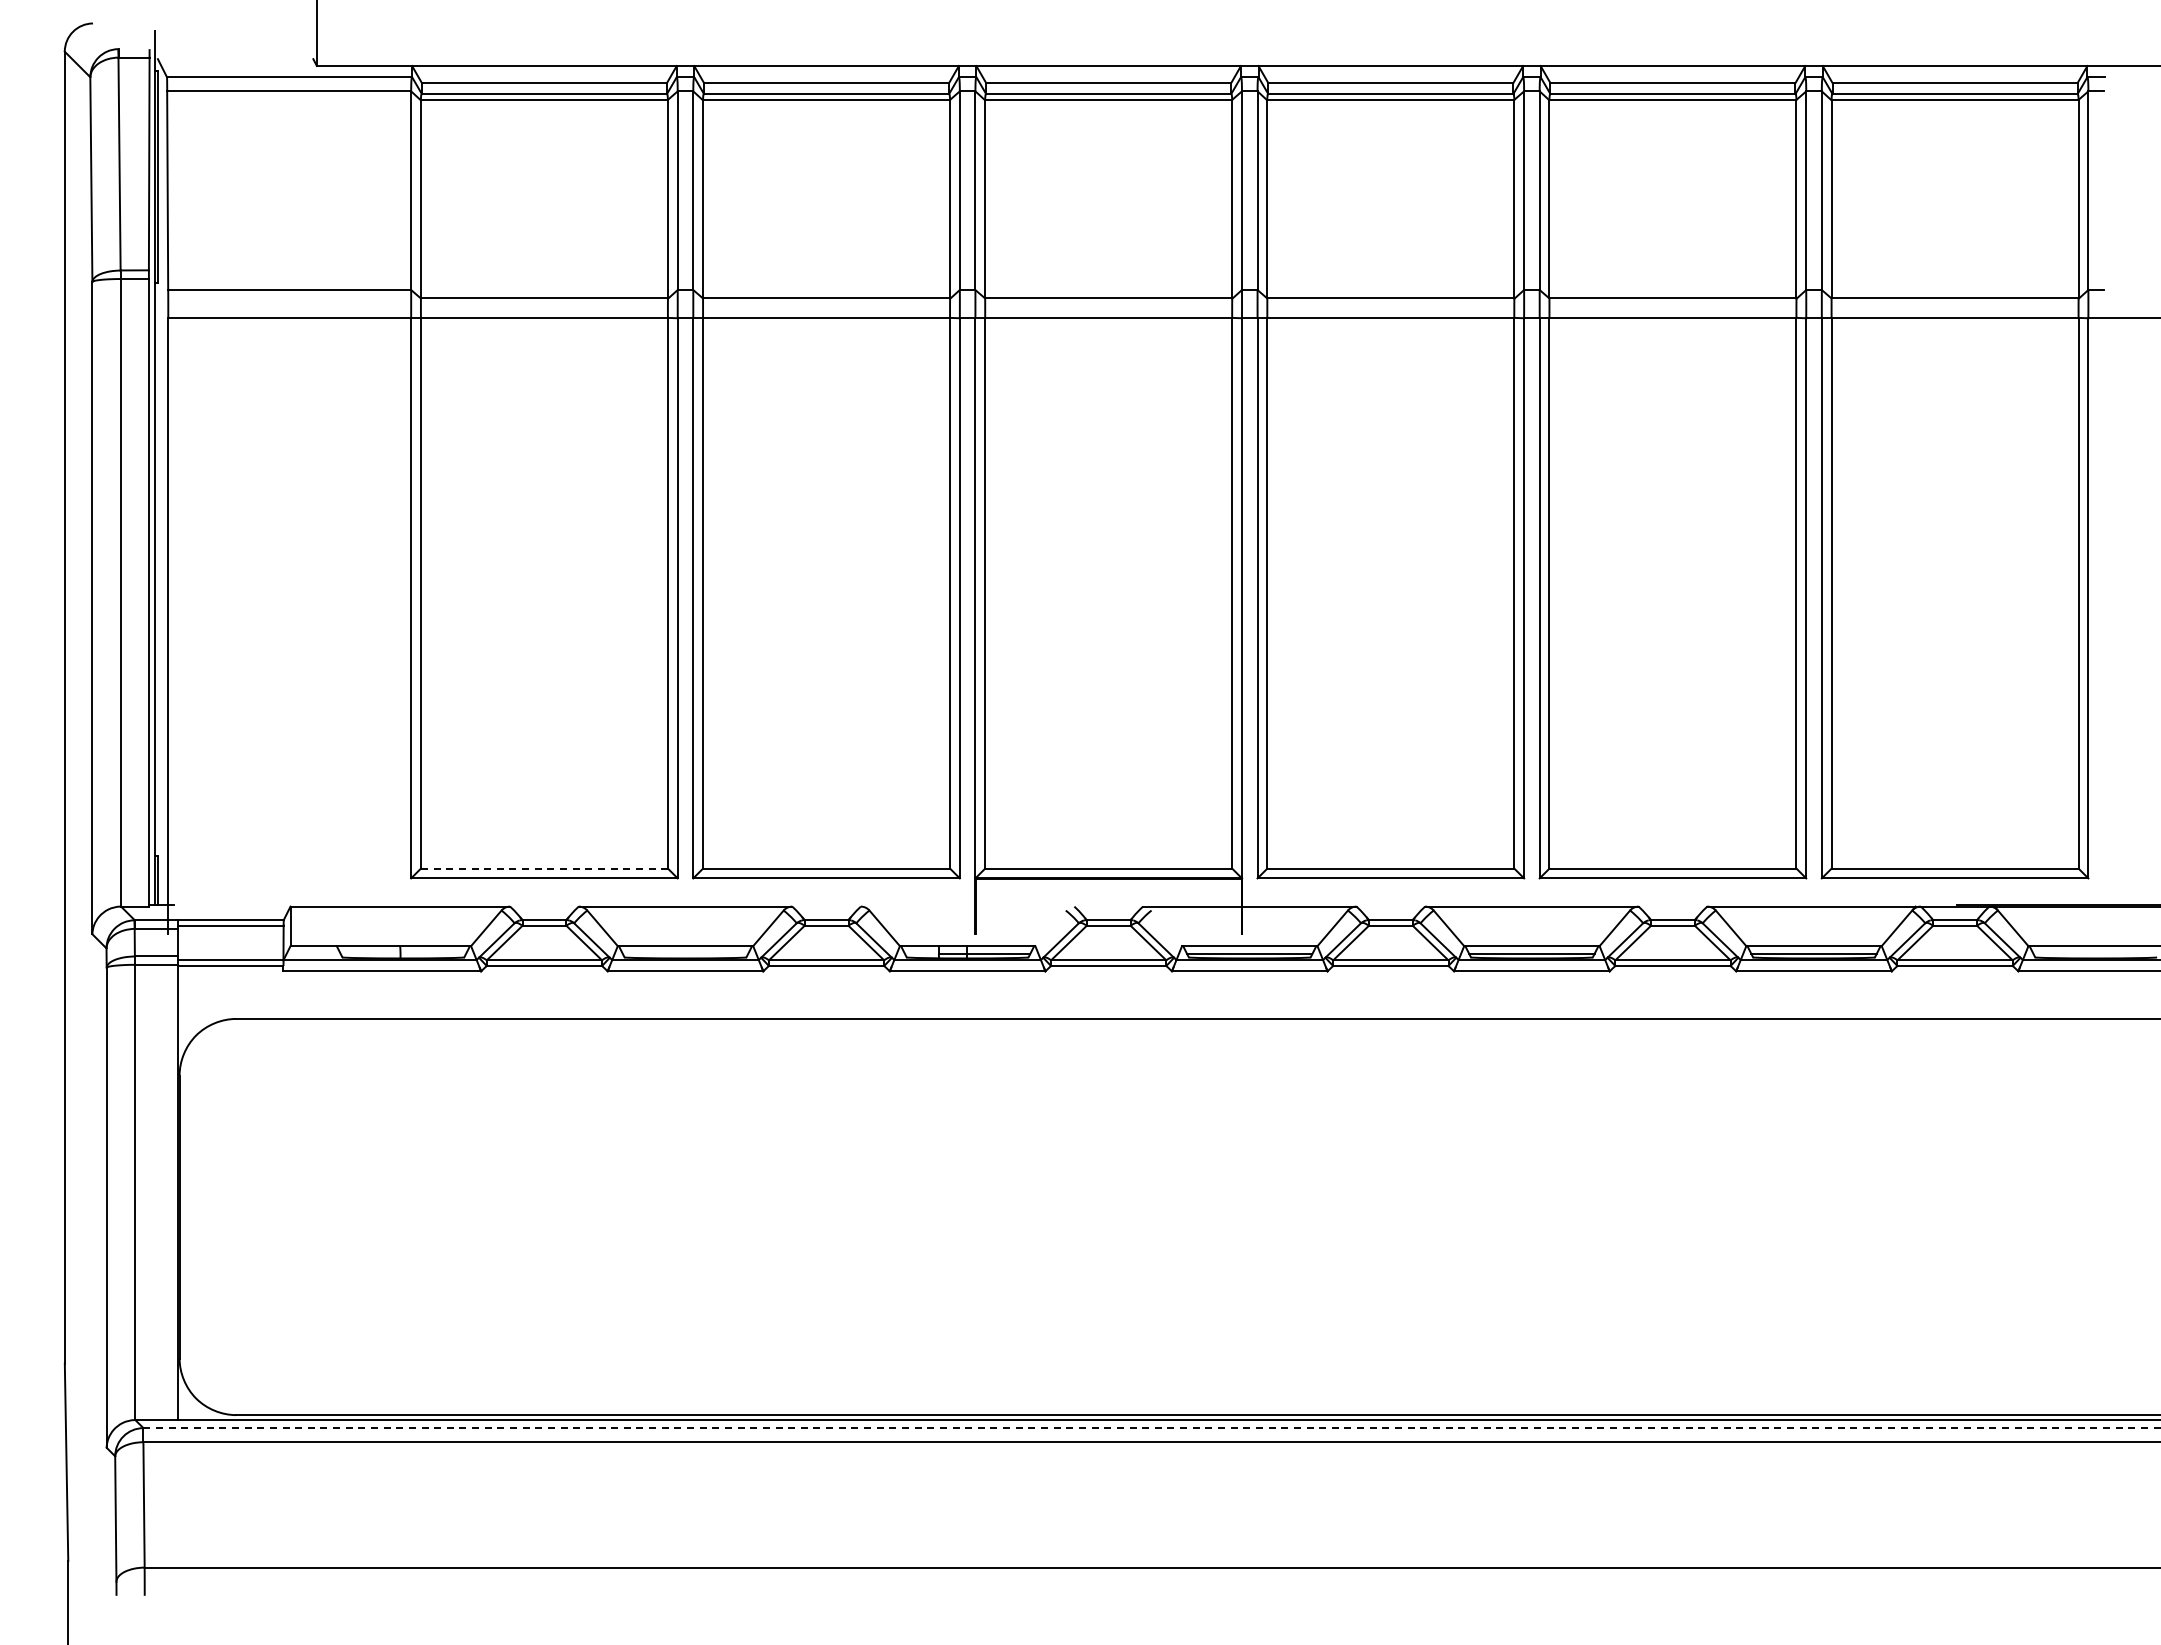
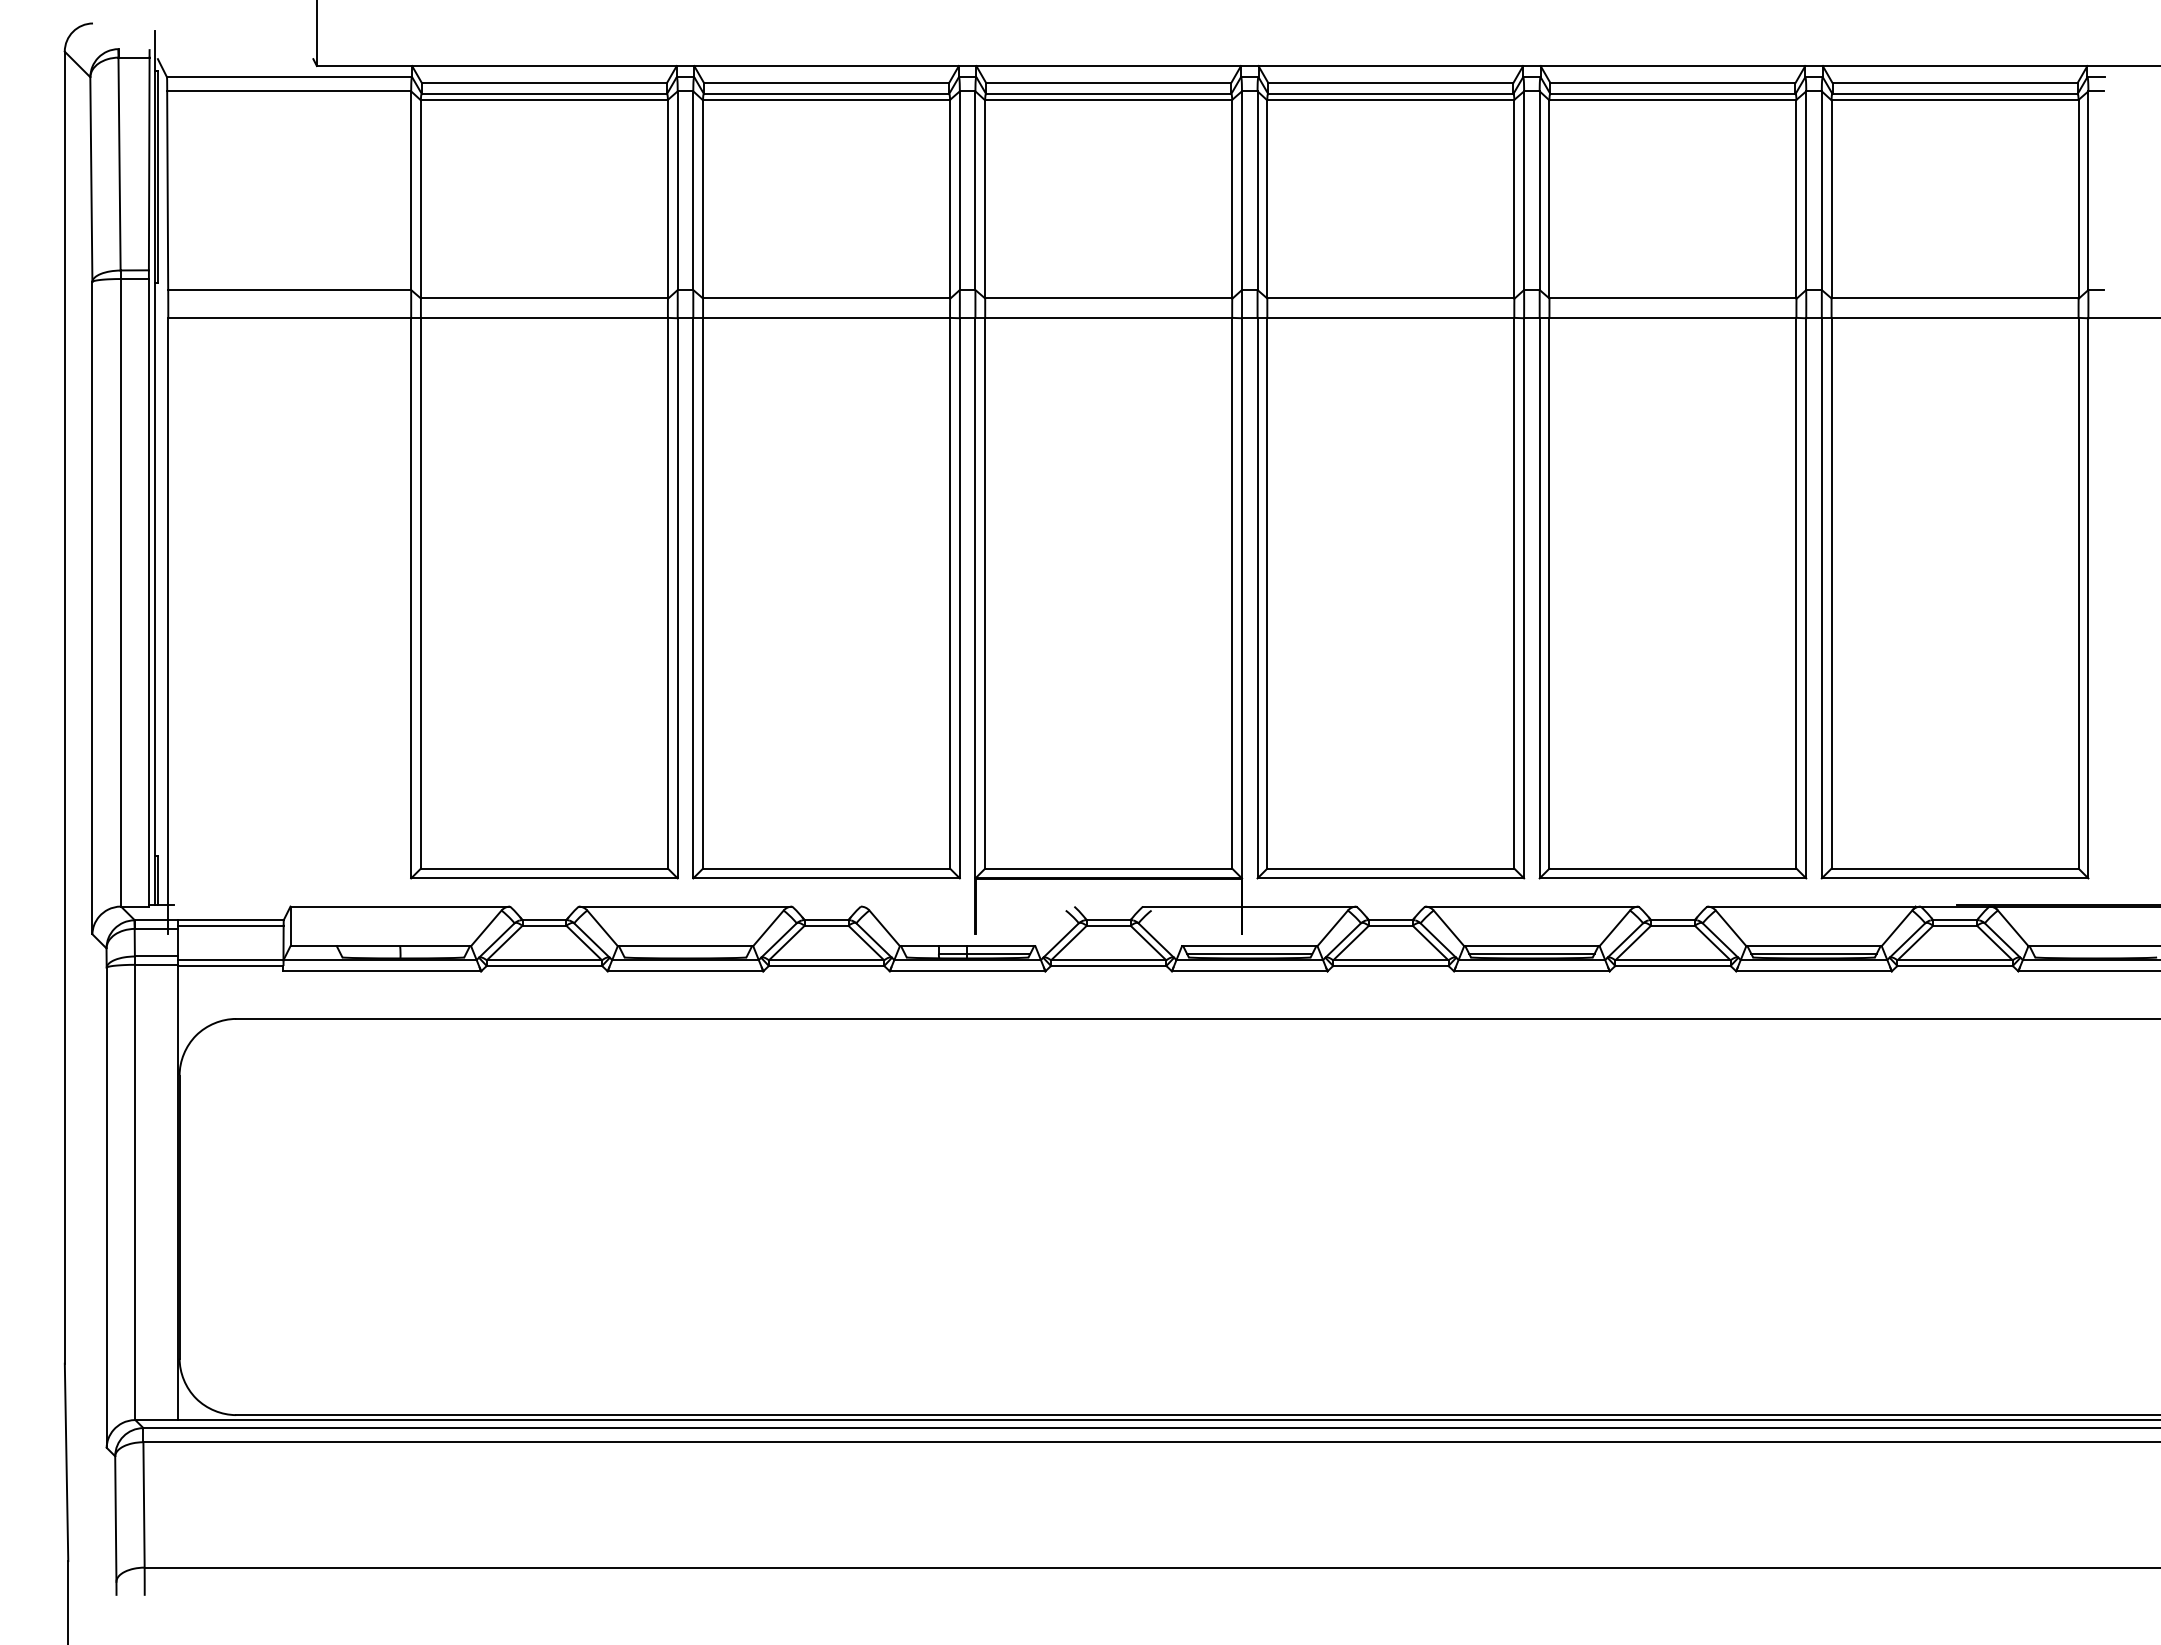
line at (544, 868): dashed -> solid
line at (1152, 1428): dashed -> solid
